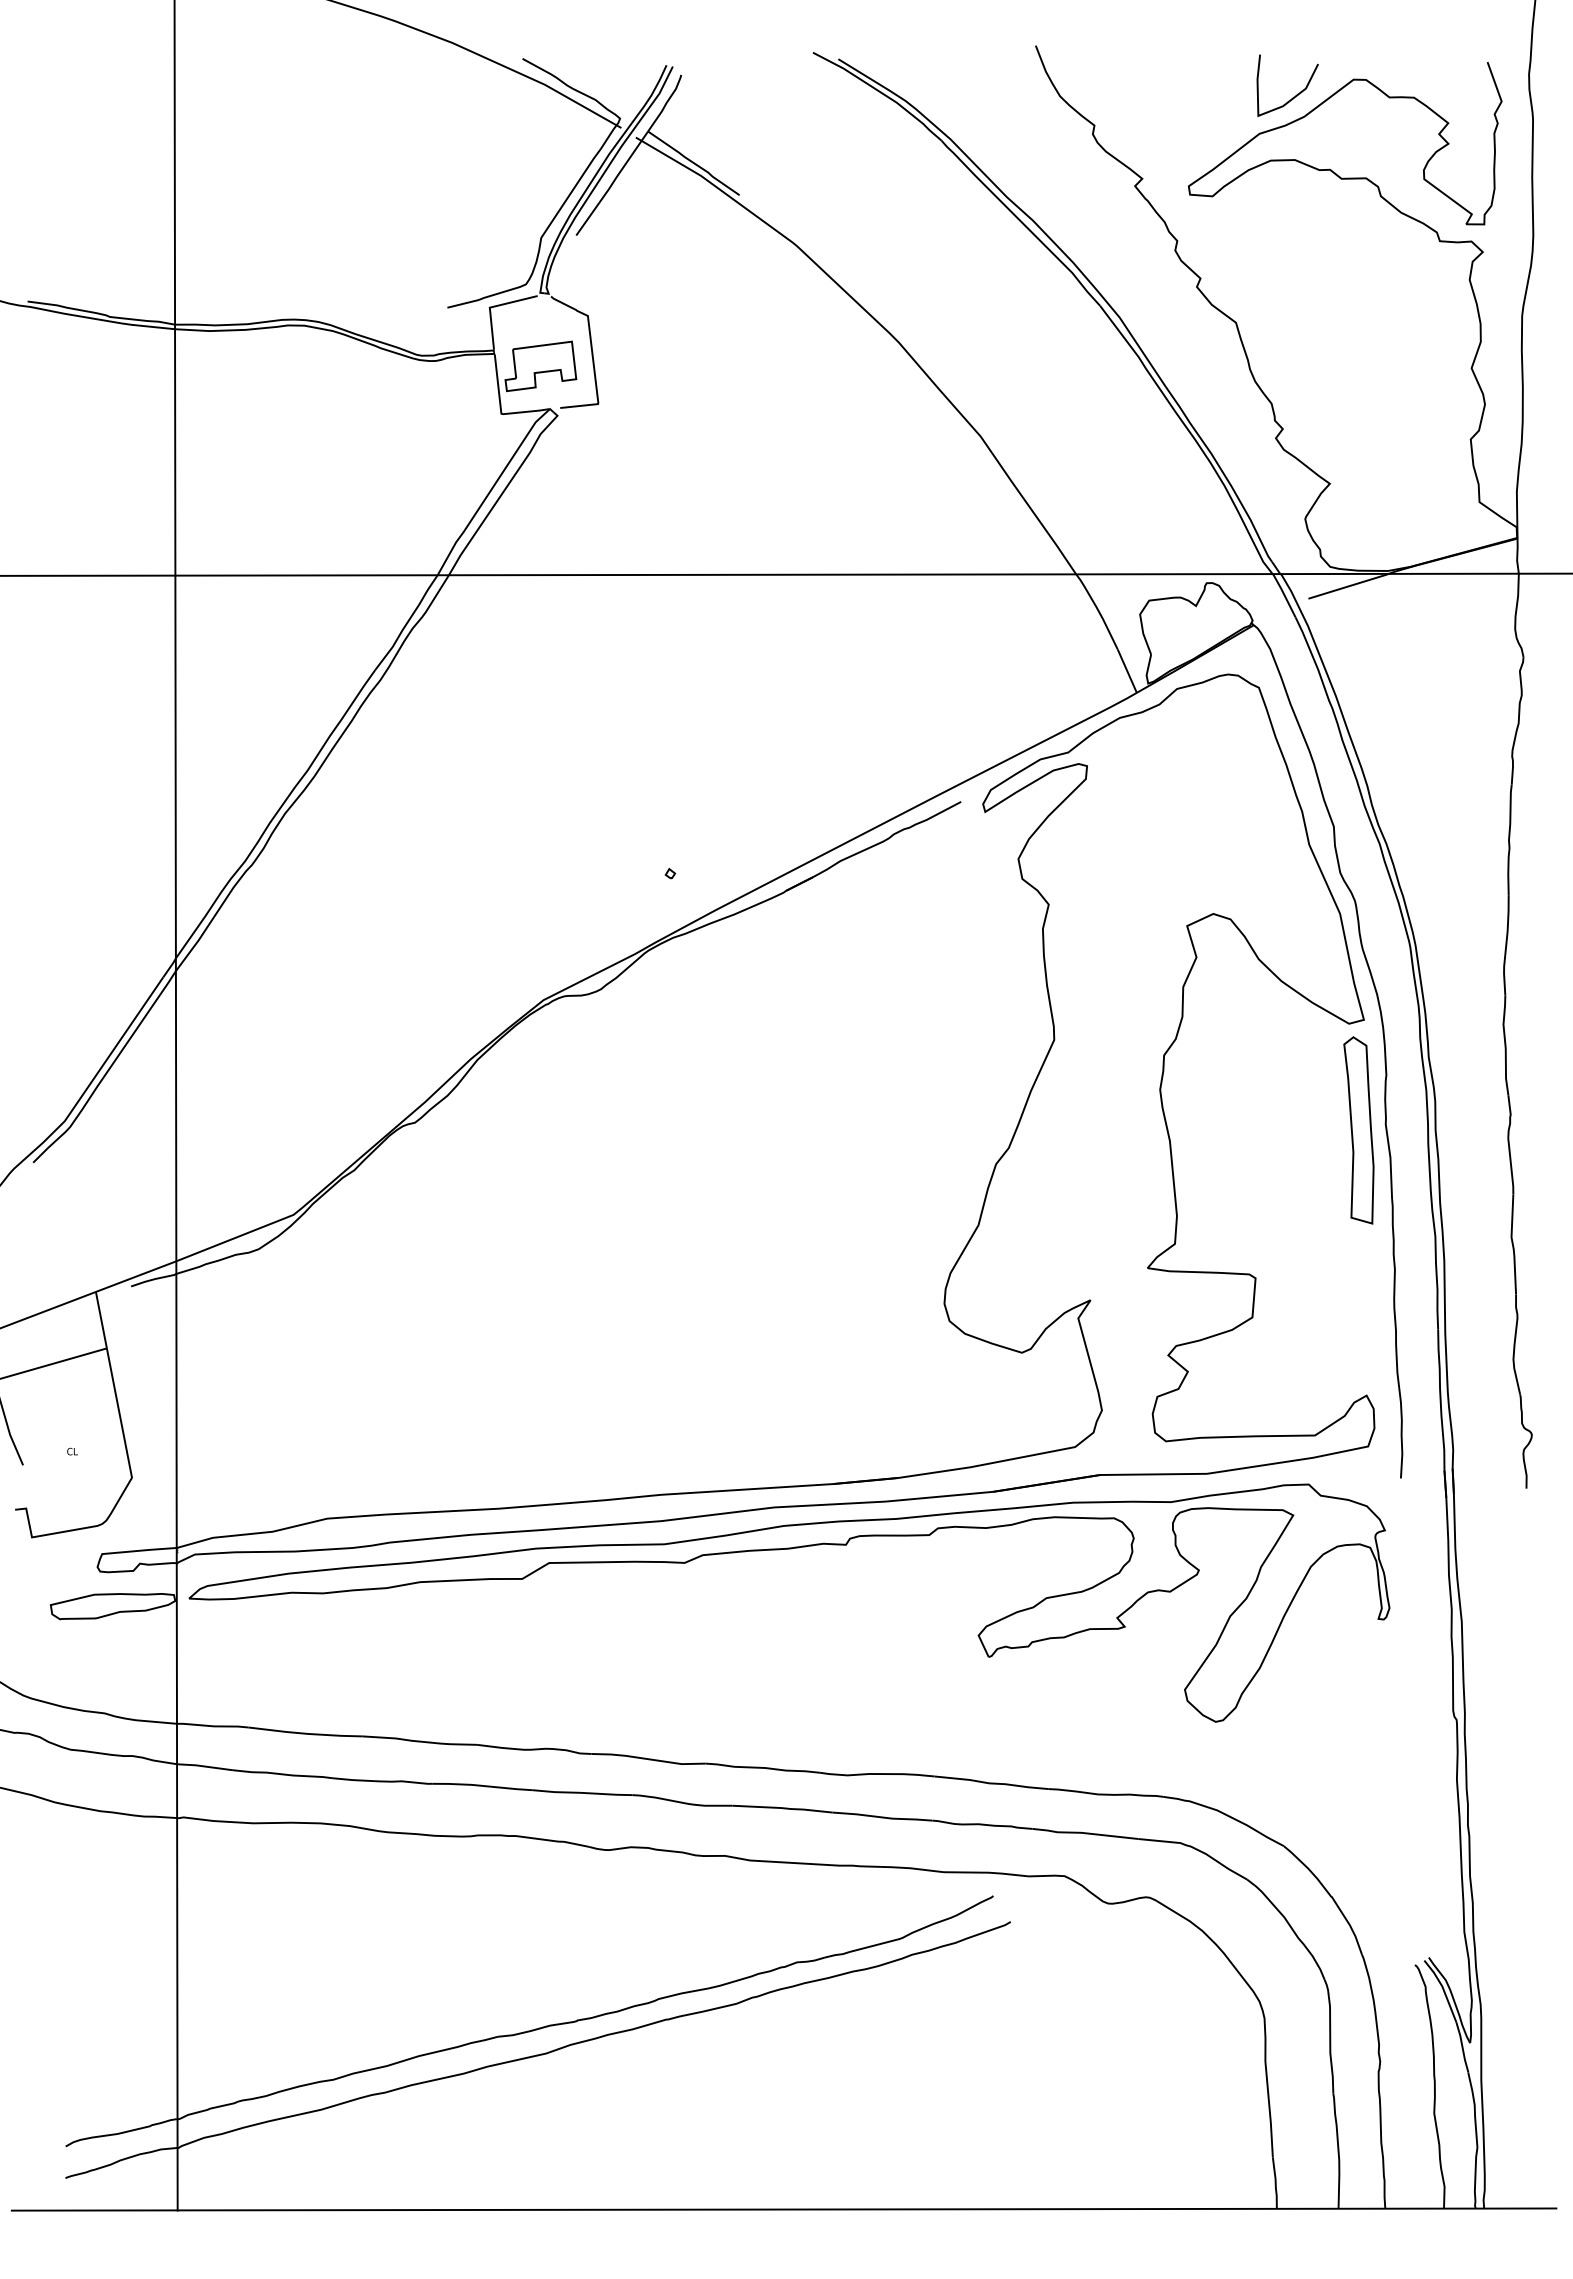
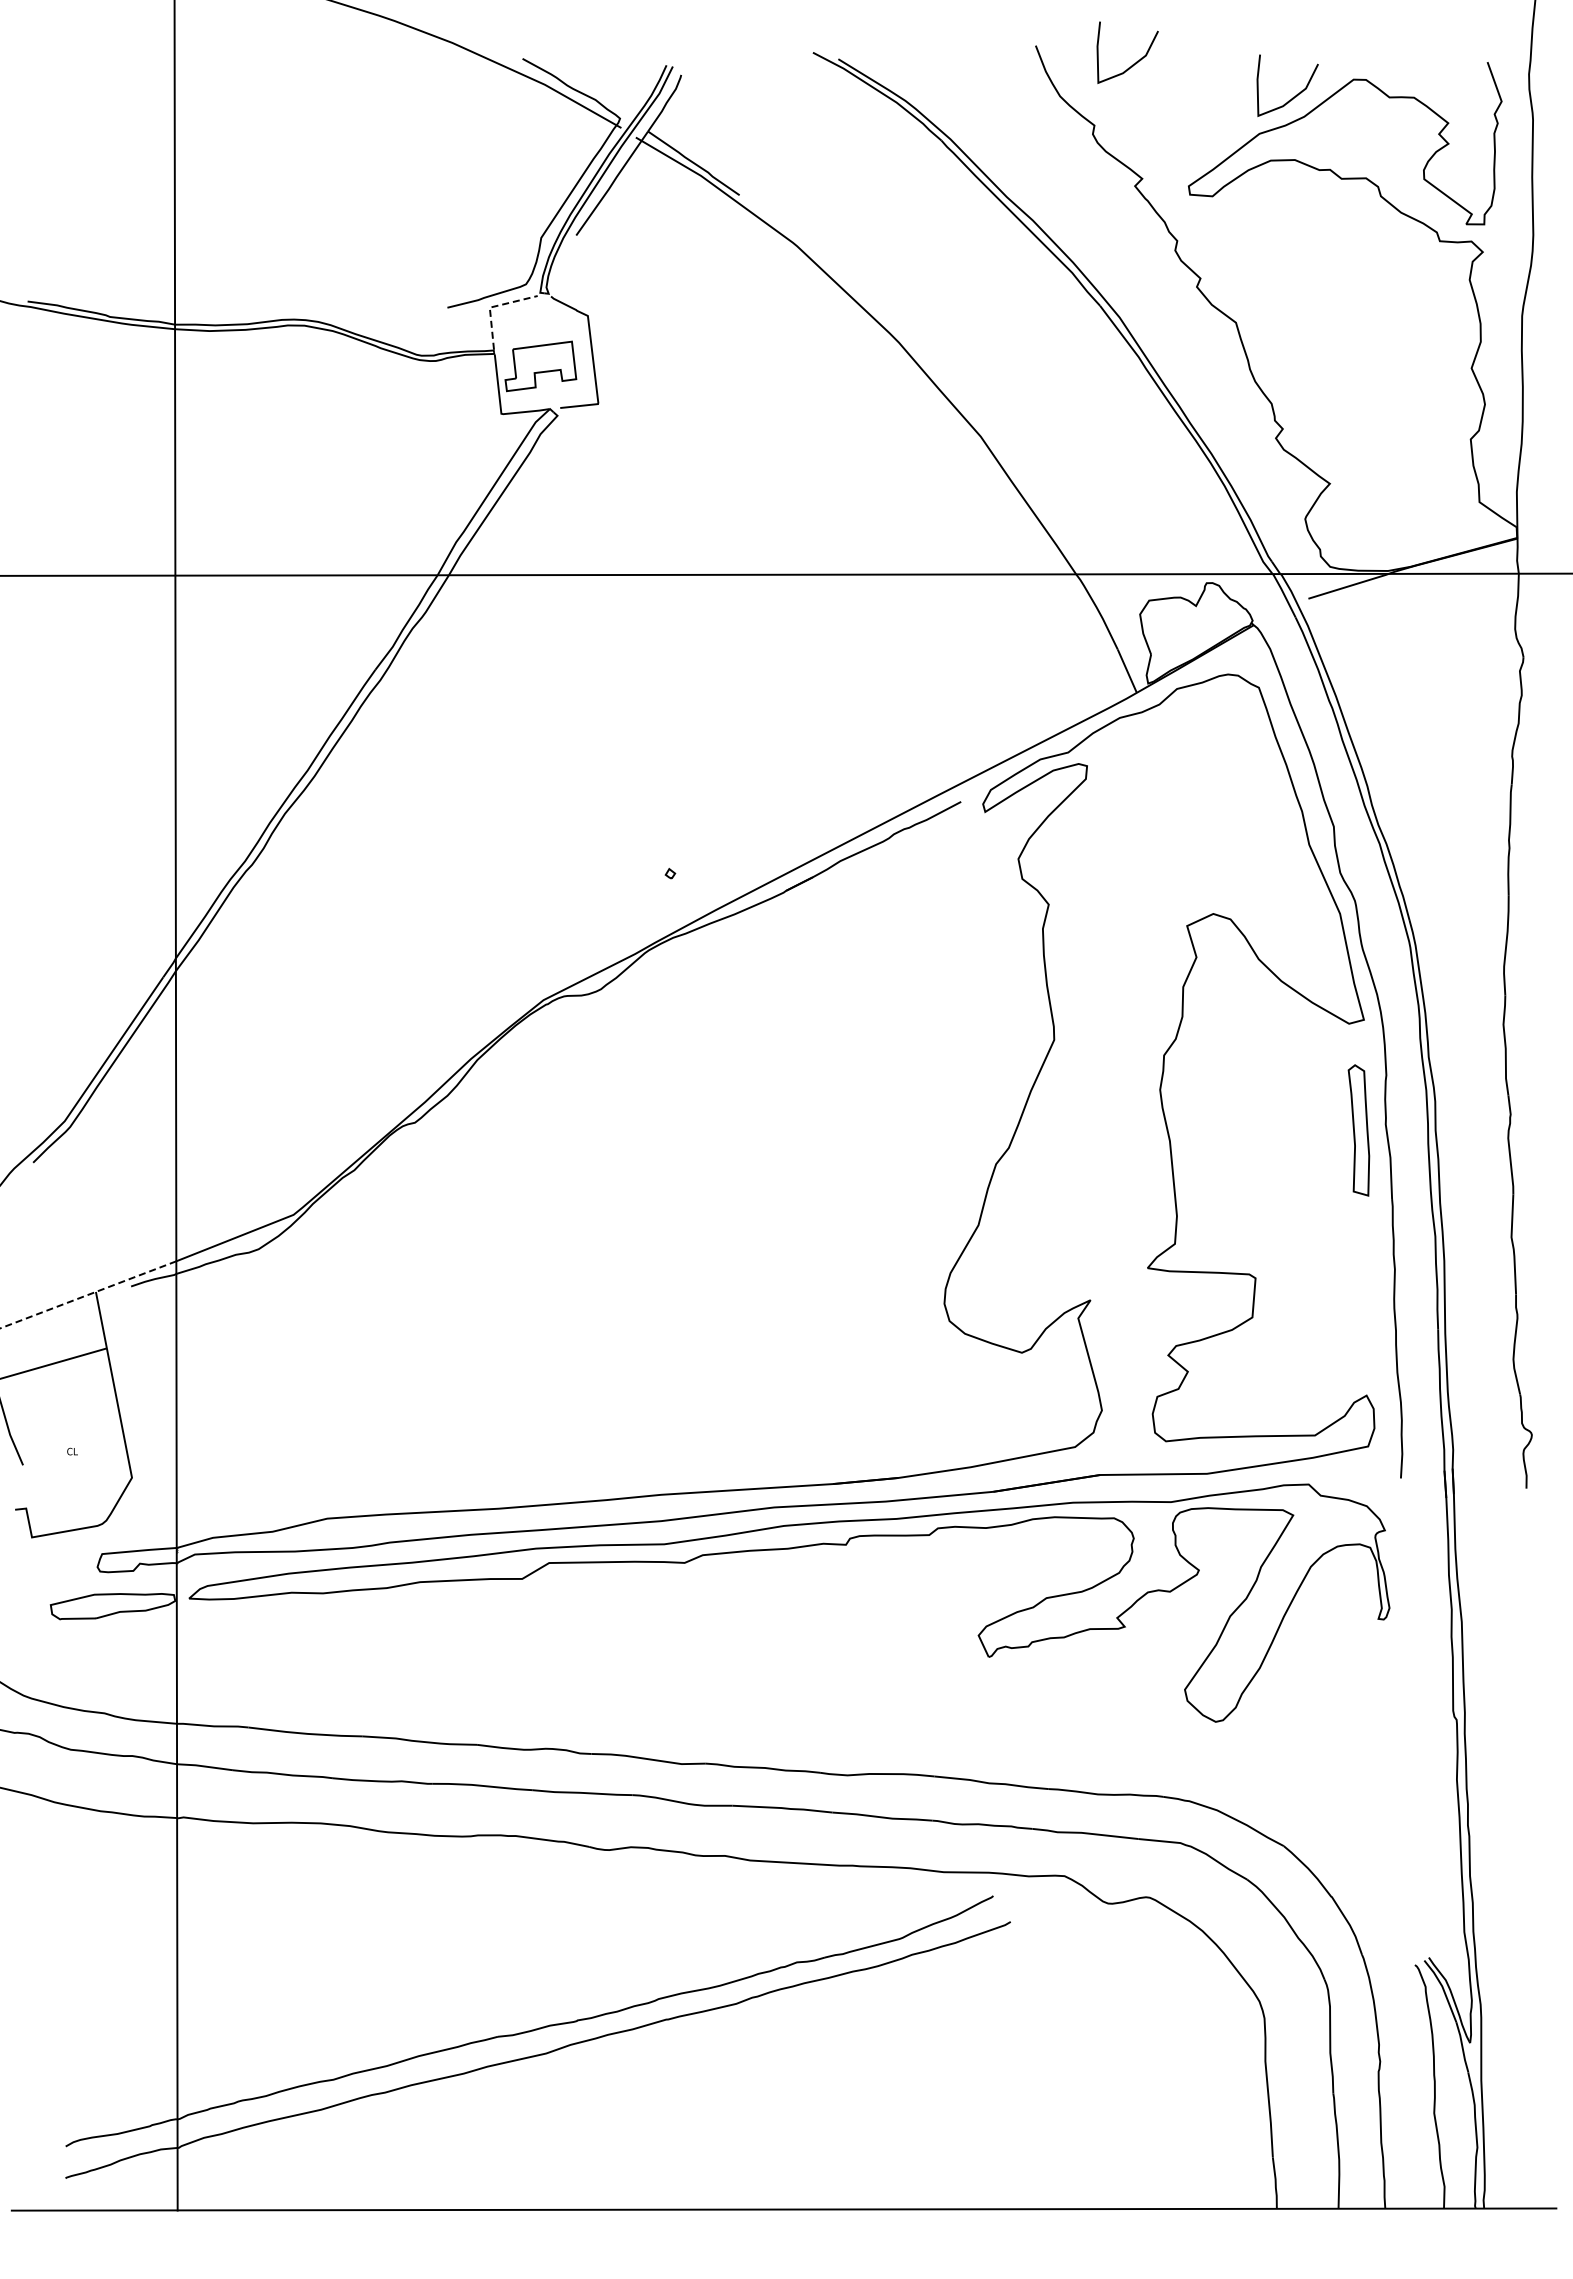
curve at (1136, 61): none -> present
line at (492, 306): solid -> dashed
part at (1358, 1130) size: 32x189 px -> 24x133 px
line at (88, 1294): solid -> dashed
